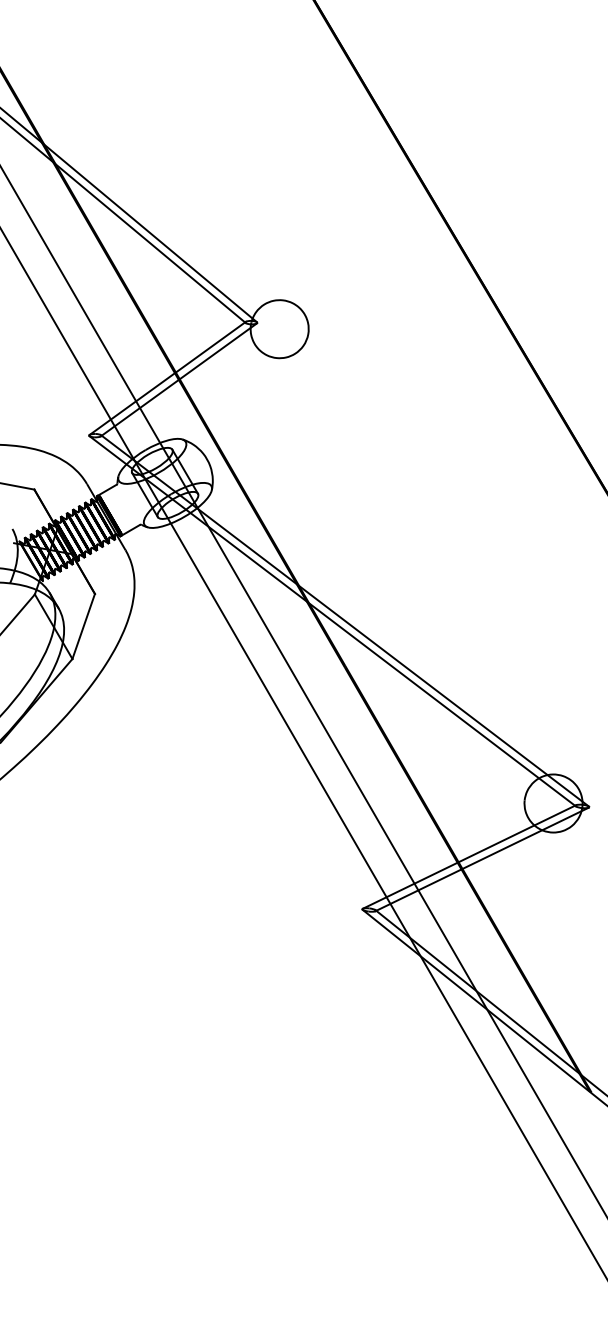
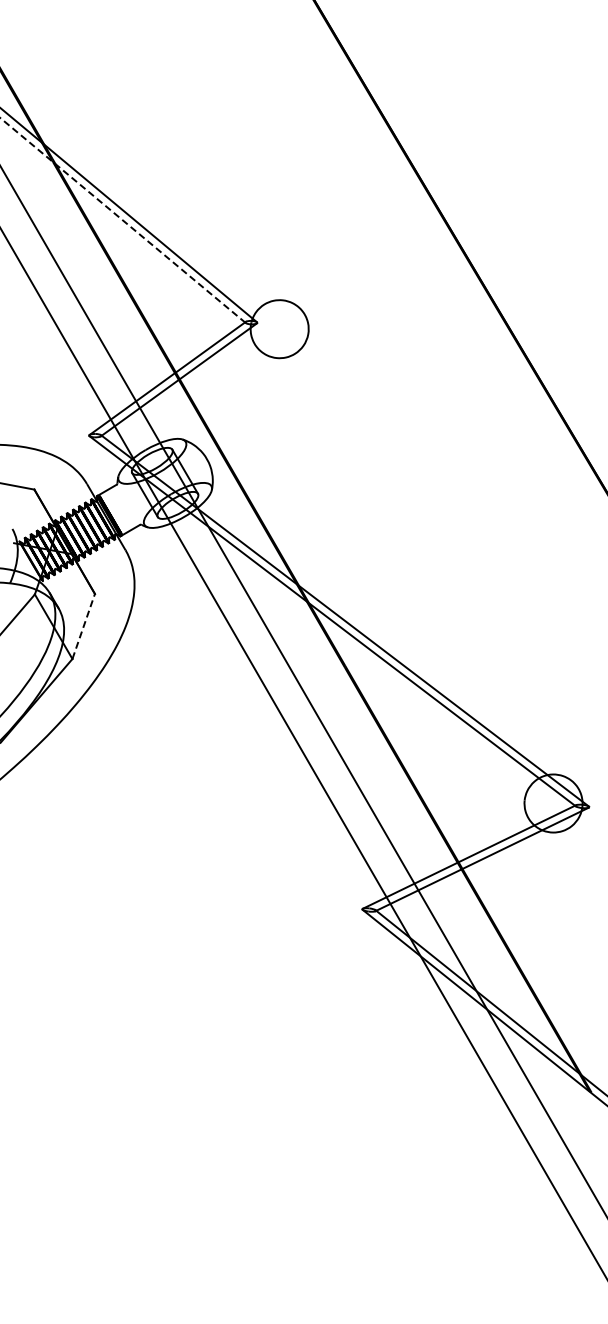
line at (123, 220): solid -> dashed
line at (83, 626): solid -> dashed
